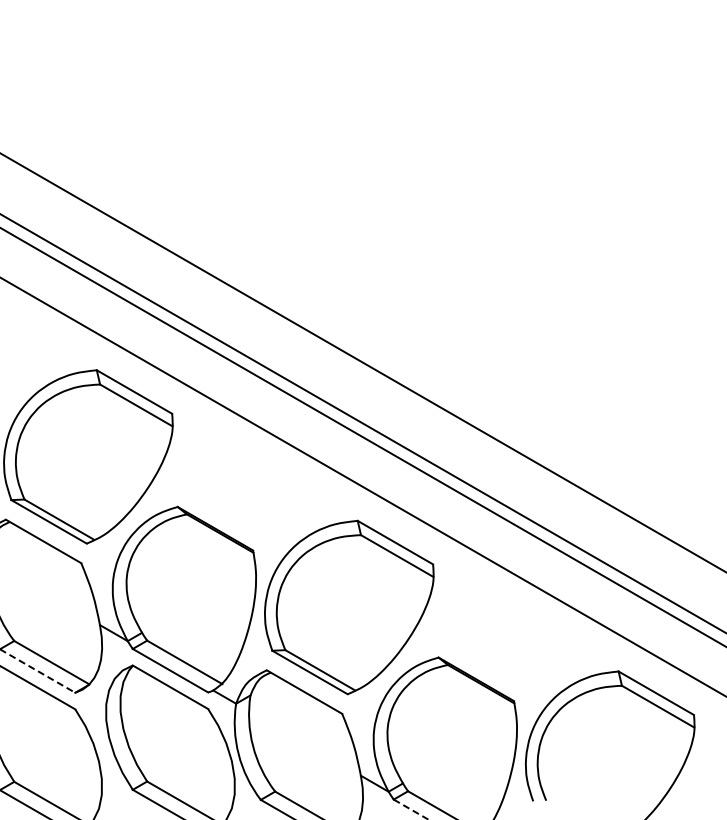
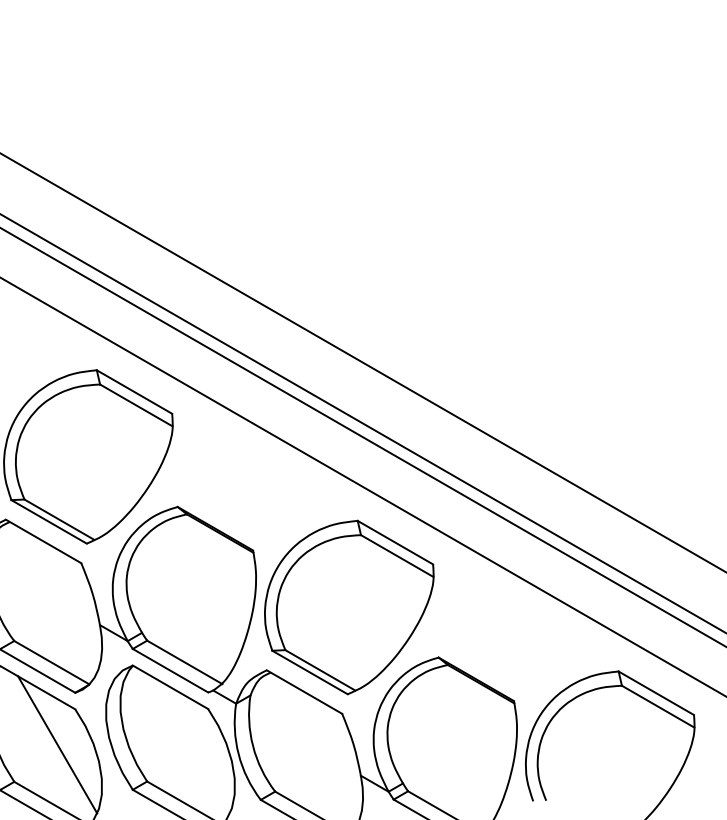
line at (38, 671): dashed -> solid
line at (57, 744): none -> present
line at (411, 809): dashed -> solid
